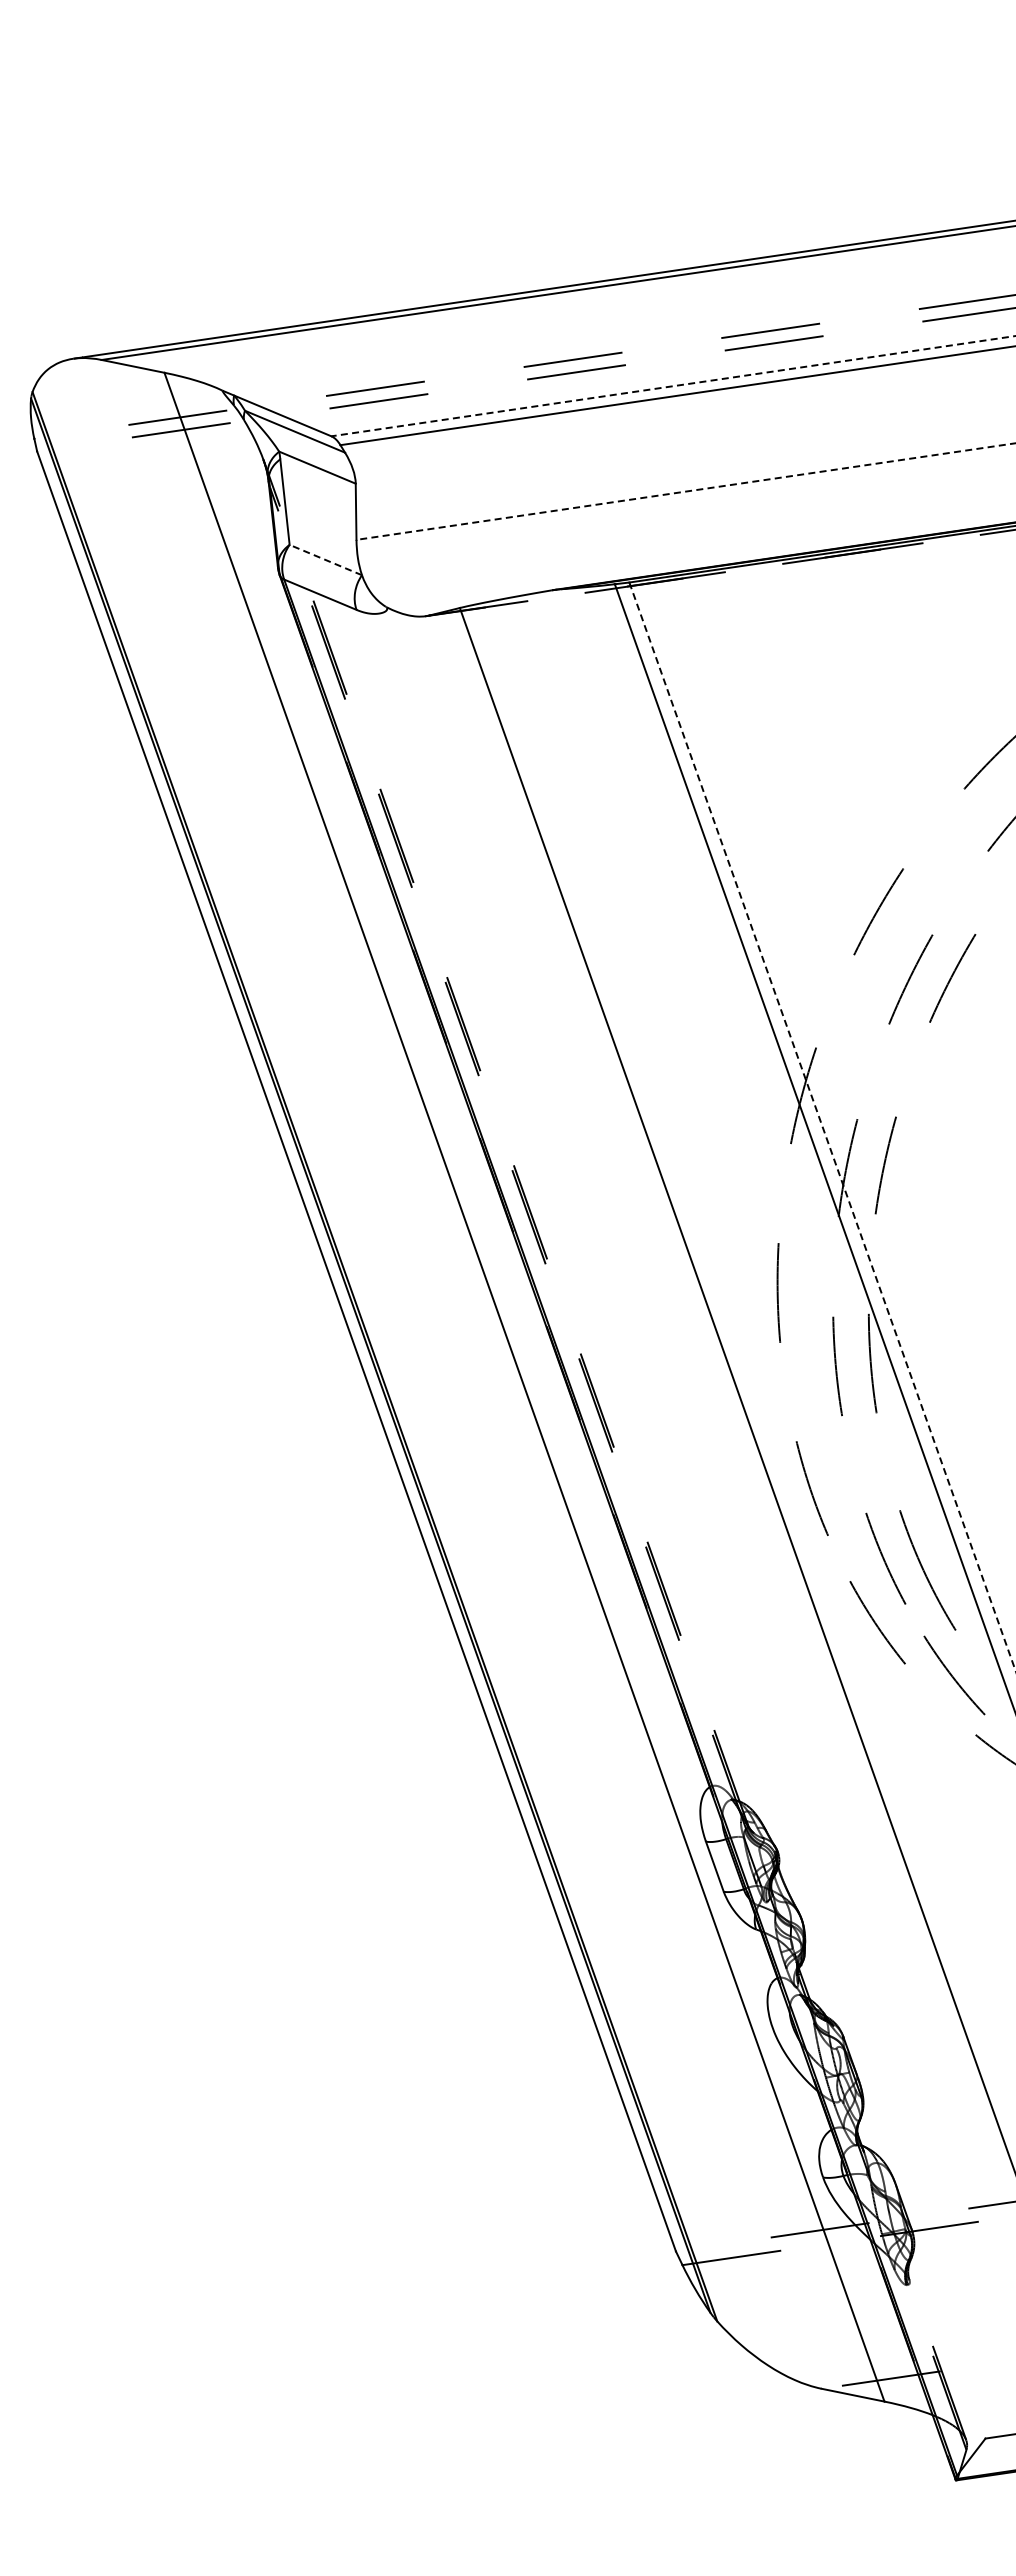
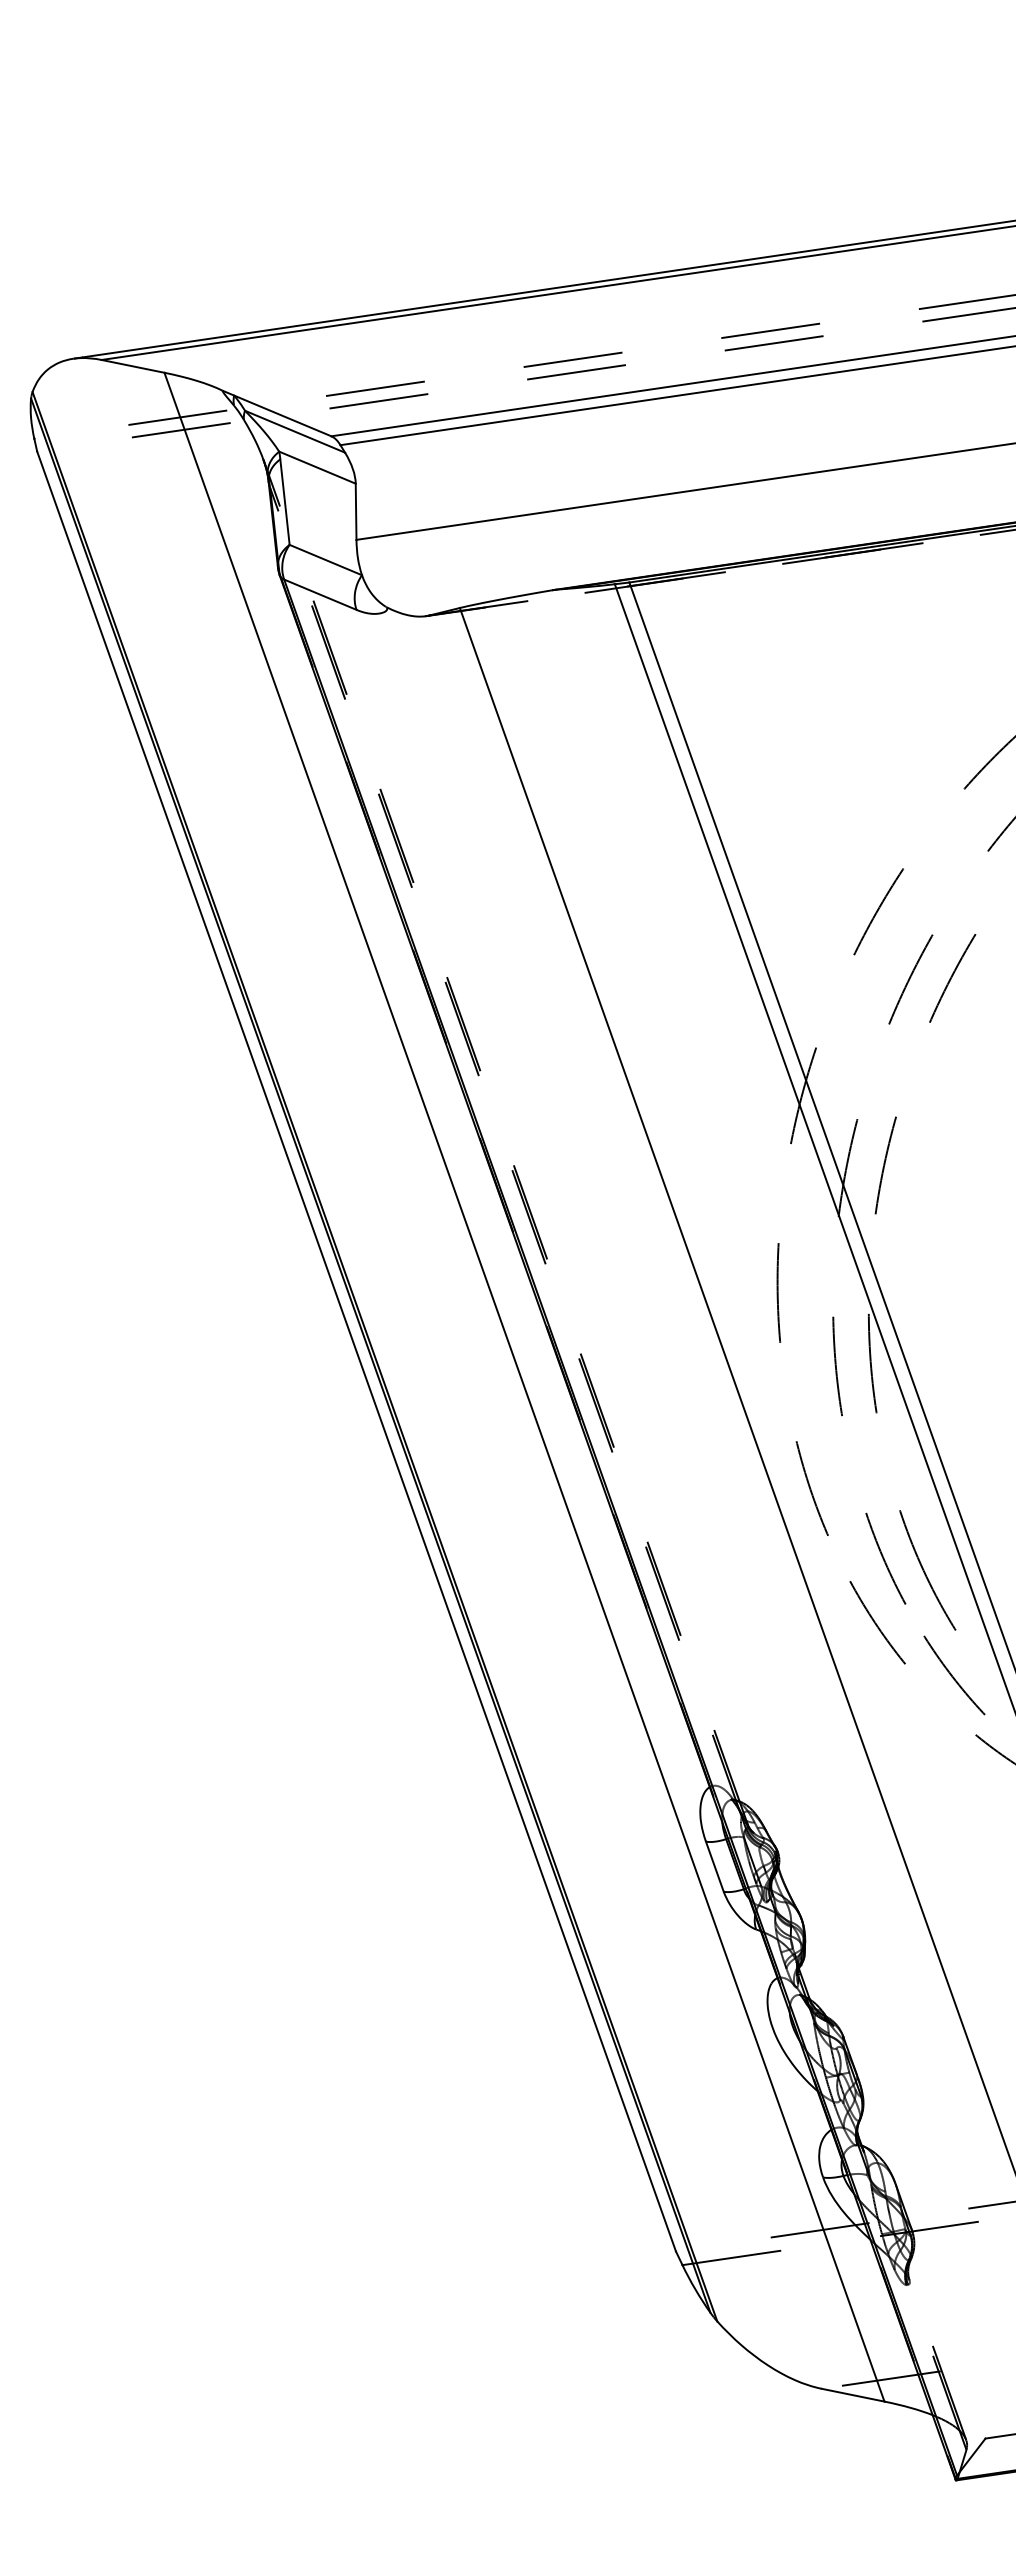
line at (673, 386): dashed -> solid
line at (685, 491): dashed -> solid
line at (325, 559): dashed -> solid
line at (822, 1127): dashed -> solid
